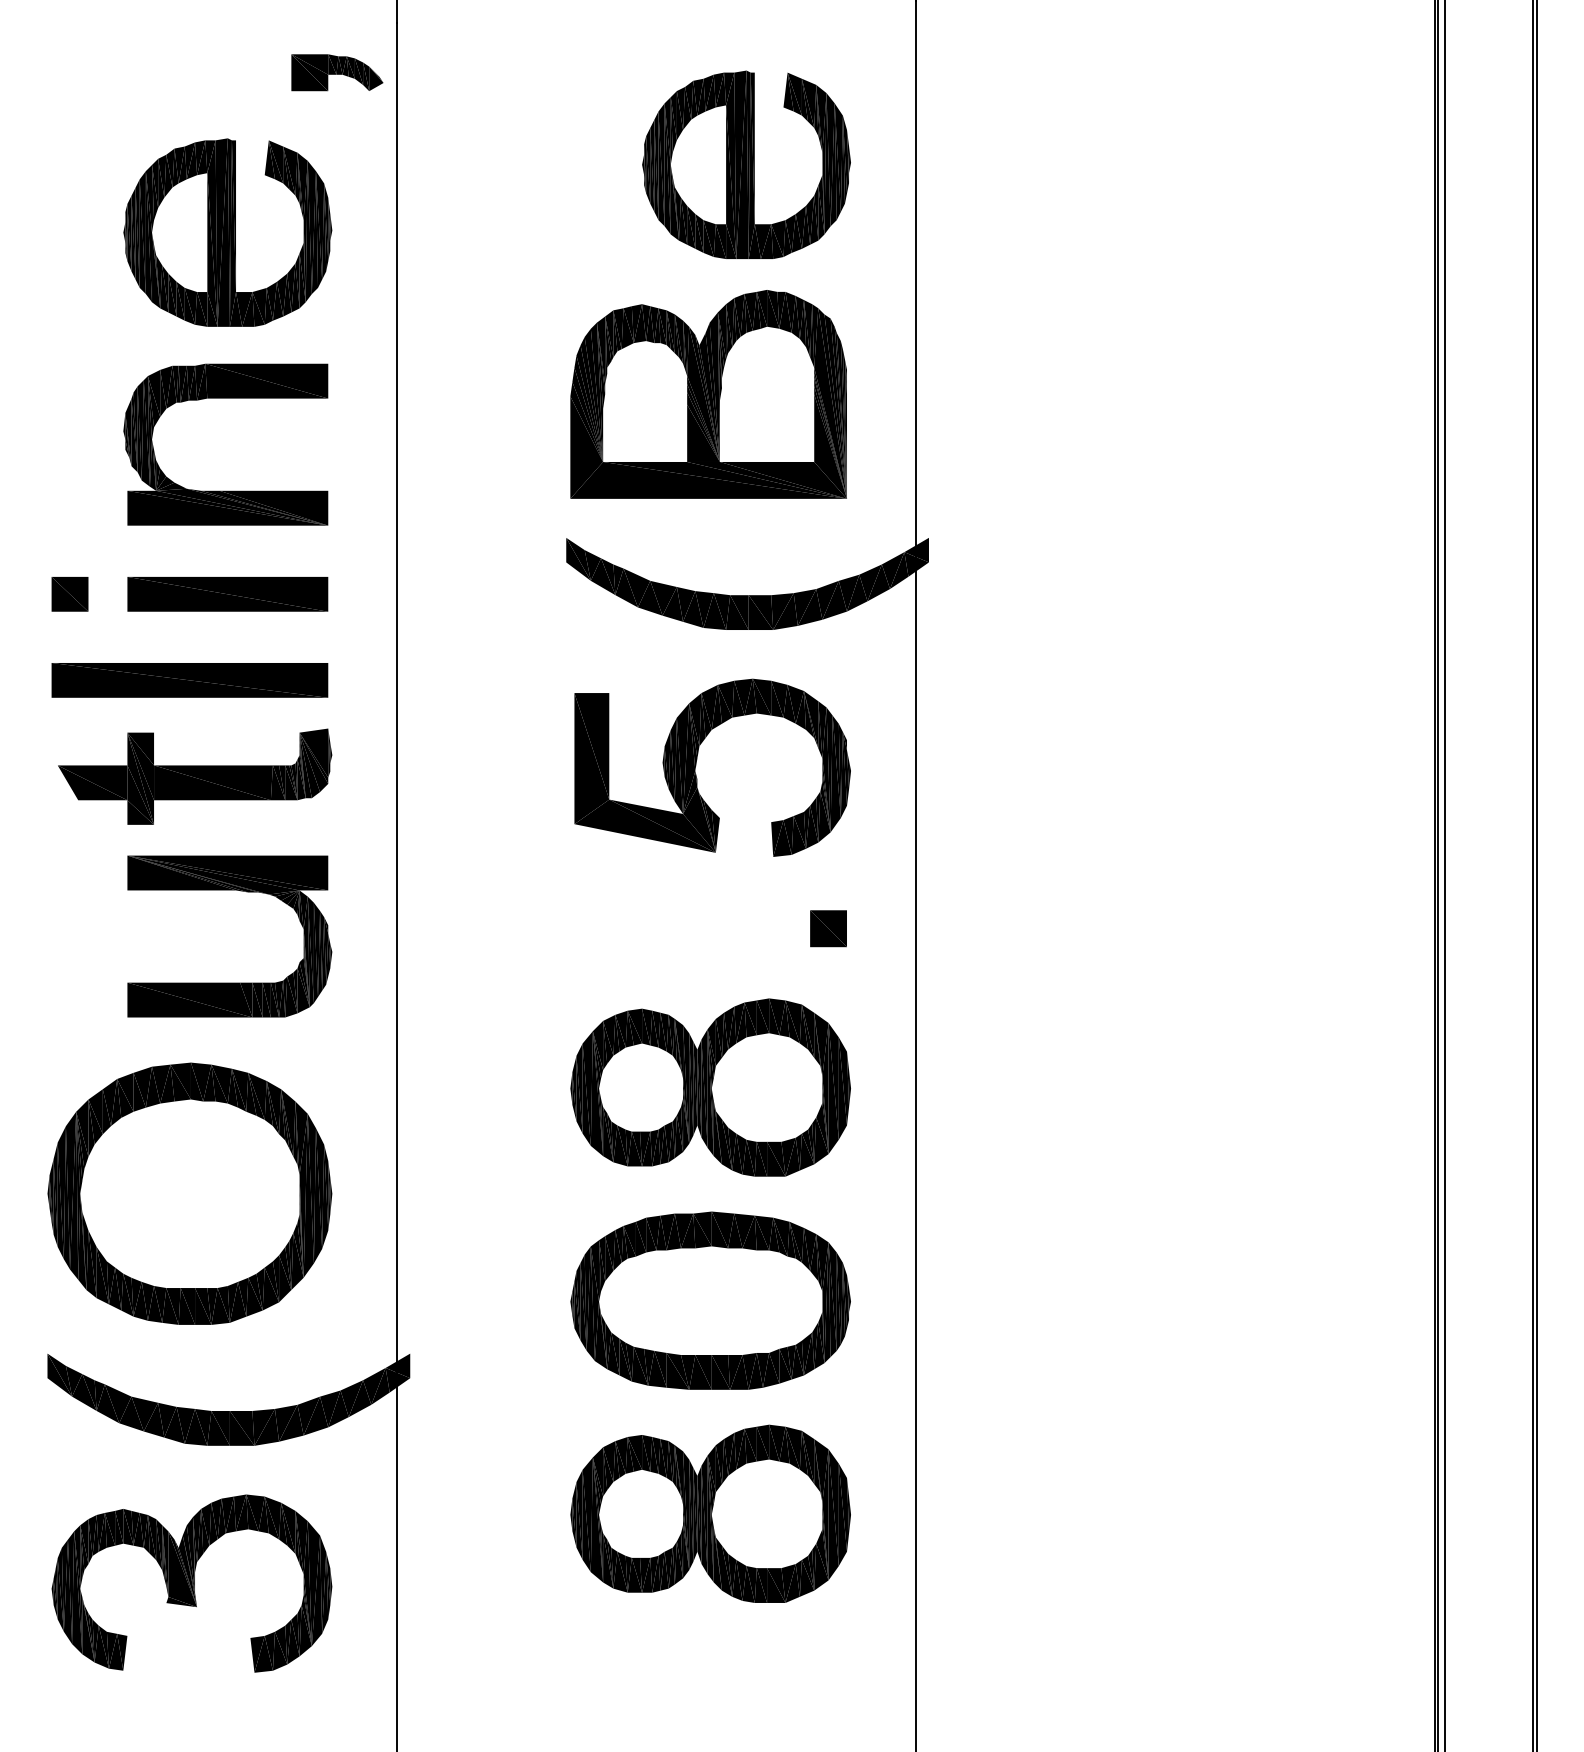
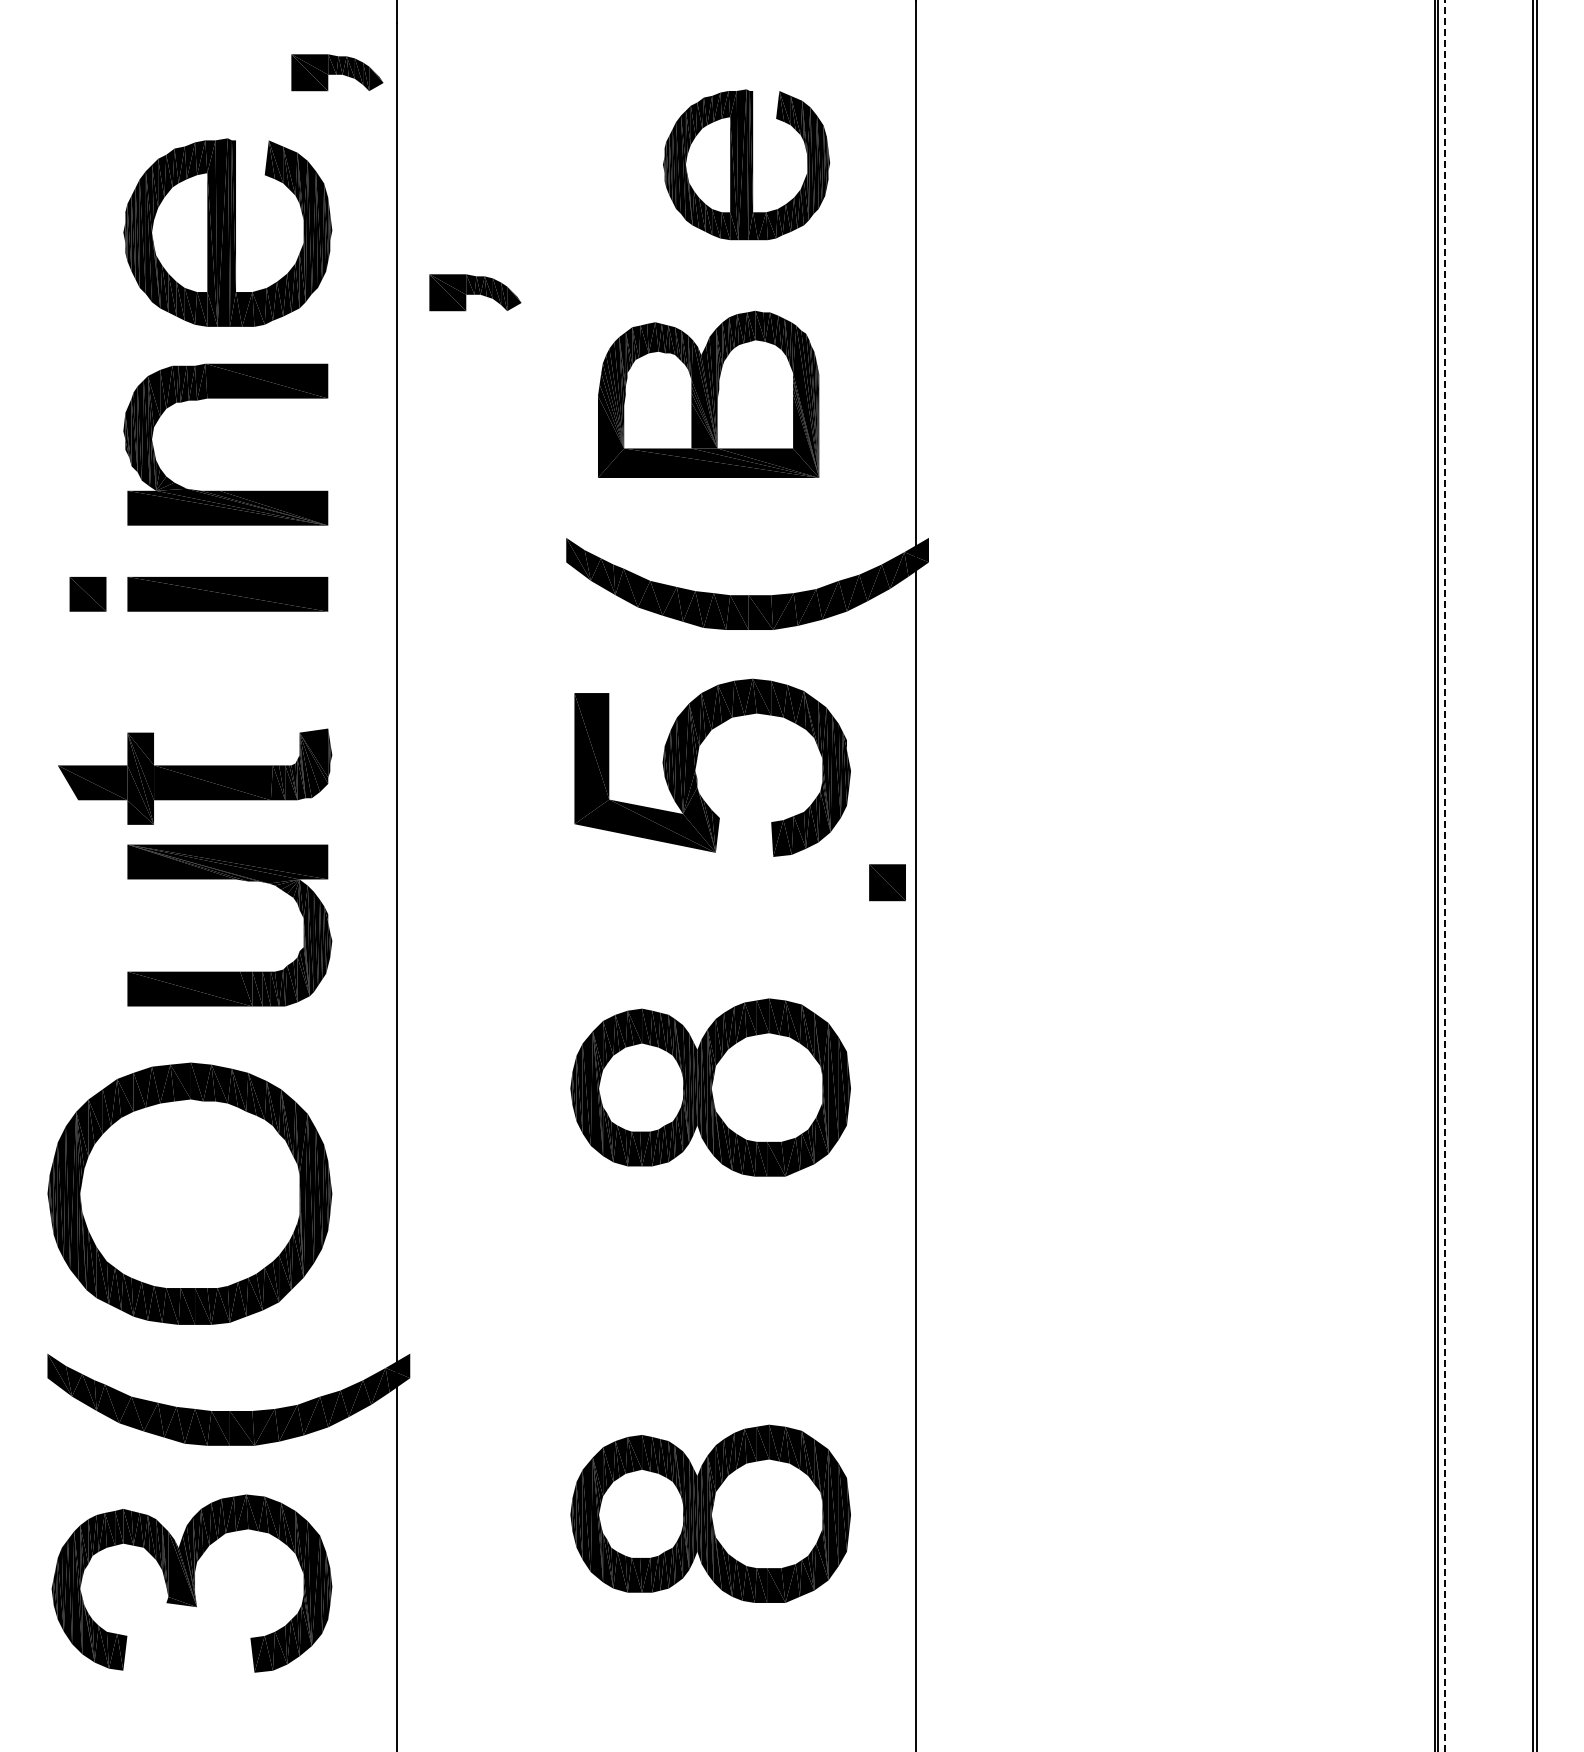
part at (746, 164) size: 209x189 px -> 167x152 px
part at (475, 292): none -> present
part at (708, 394) size: 277x209 px -> 222x168 px
part at (69, 594) position: (69, 594) -> (87, 594)
part at (189, 680): present -> none
line at (1445, 875): solid -> dashed
part at (229, 890) position: (229, 890) -> (229, 879)
part at (828, 928) position: (828, 928) -> (887, 882)
part at (710, 1300): present -> none
